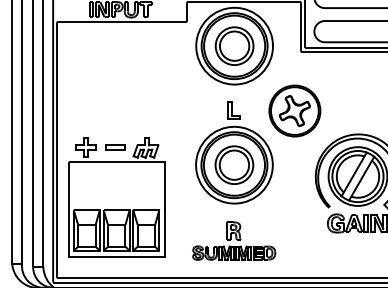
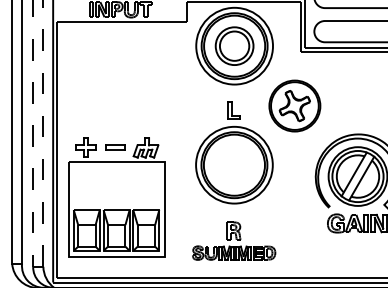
part at (294, 110) position: (294, 110) -> (294, 105)
line at (43, 133): solid -> dashed
line at (33, 134): solid -> dashed
part at (234, 164): present -> none
